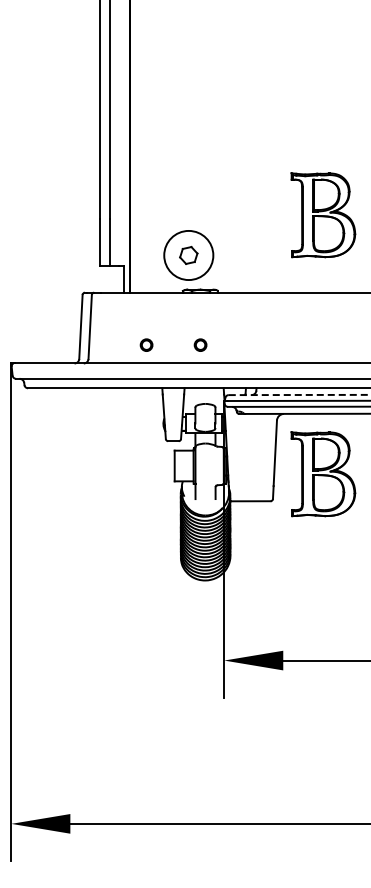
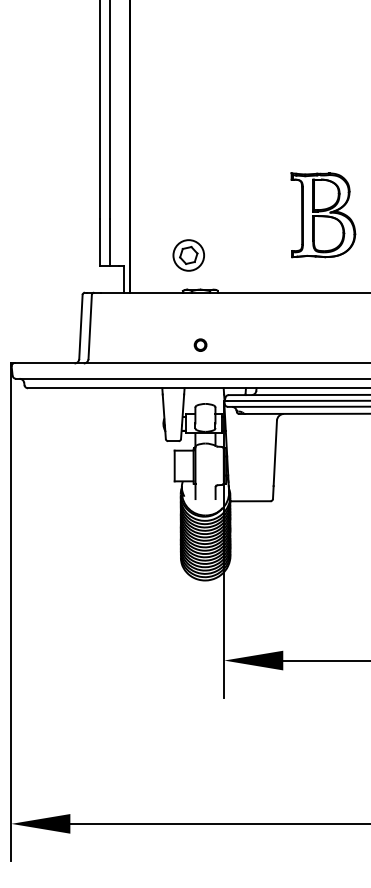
circle at (188, 255) diameter: 49 px -> 31 px
part at (146, 344): present -> none
line at (299, 395): dashed -> solid
part at (323, 474): present -> none
